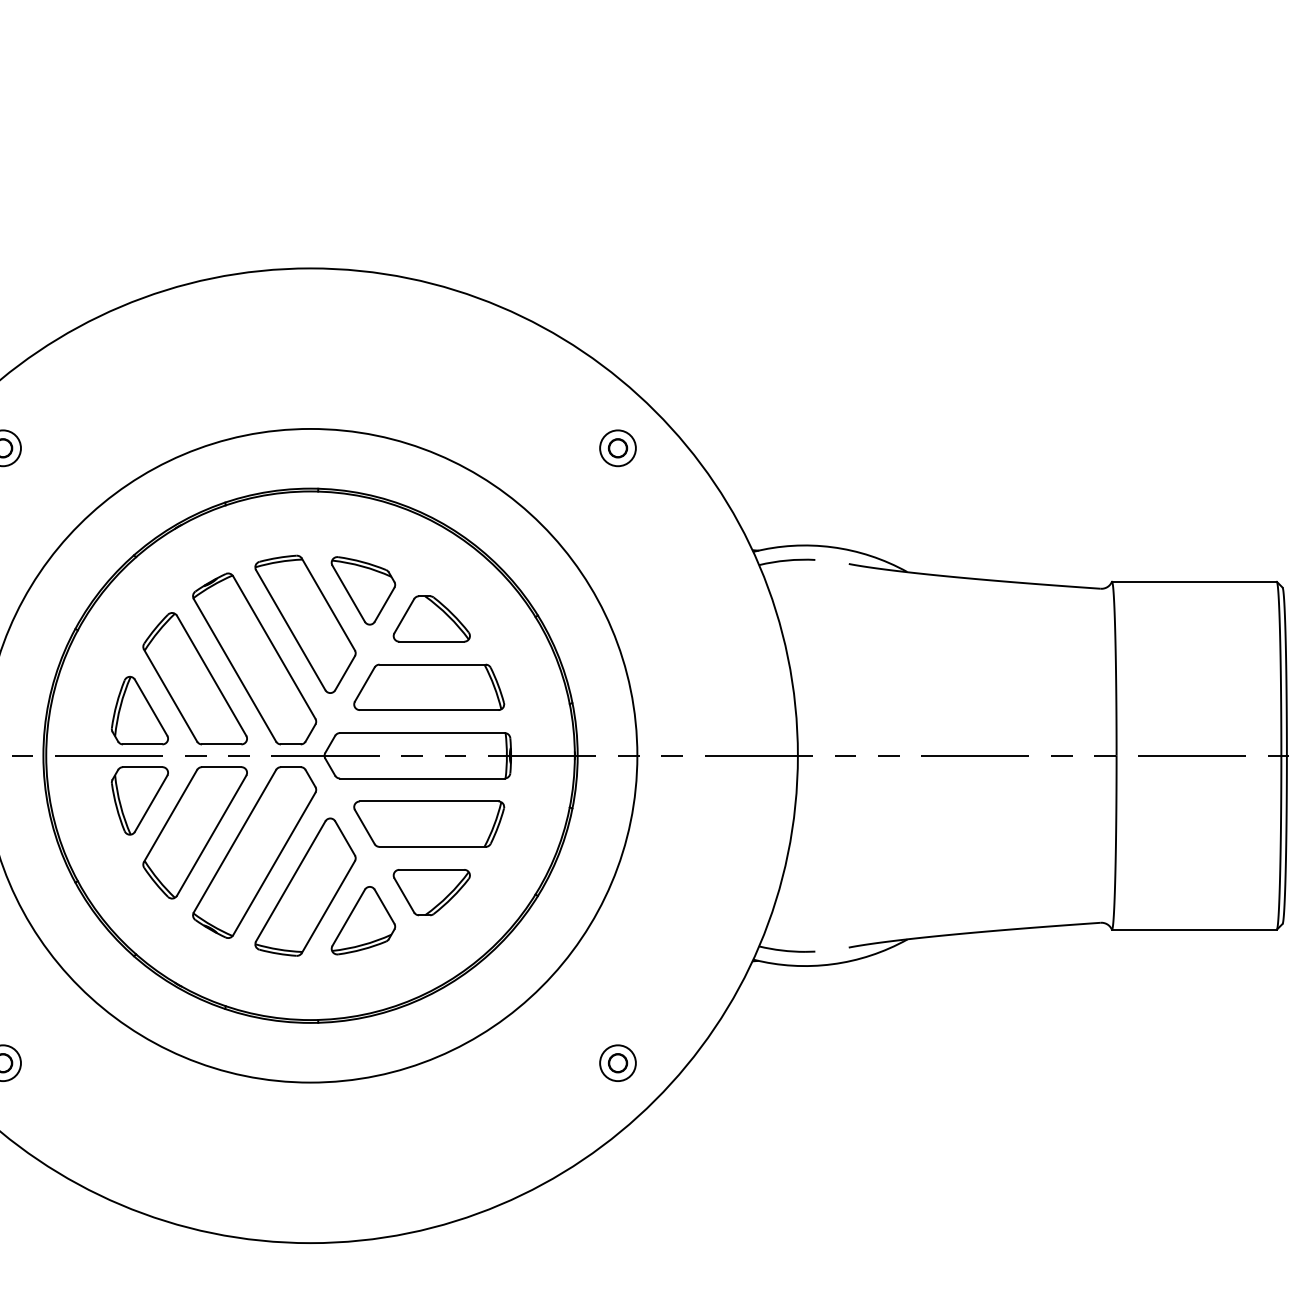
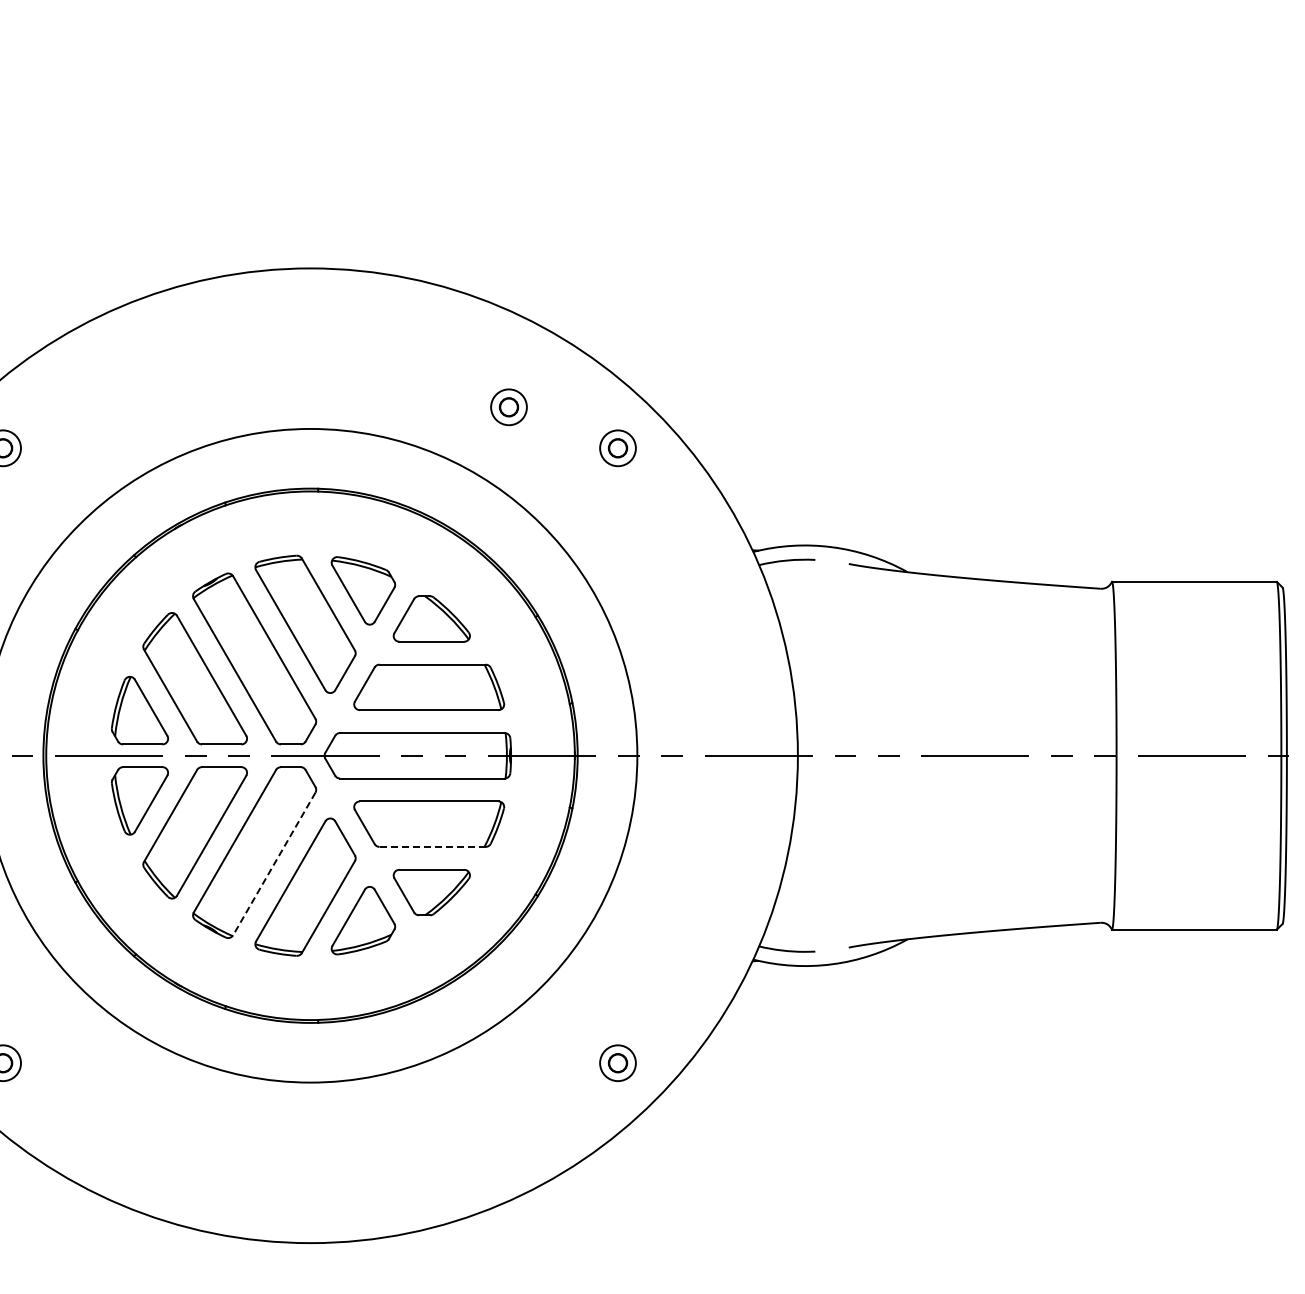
part at (508, 407): none -> present
line at (433, 846): solid -> dashed
line at (274, 864): solid -> dashed
